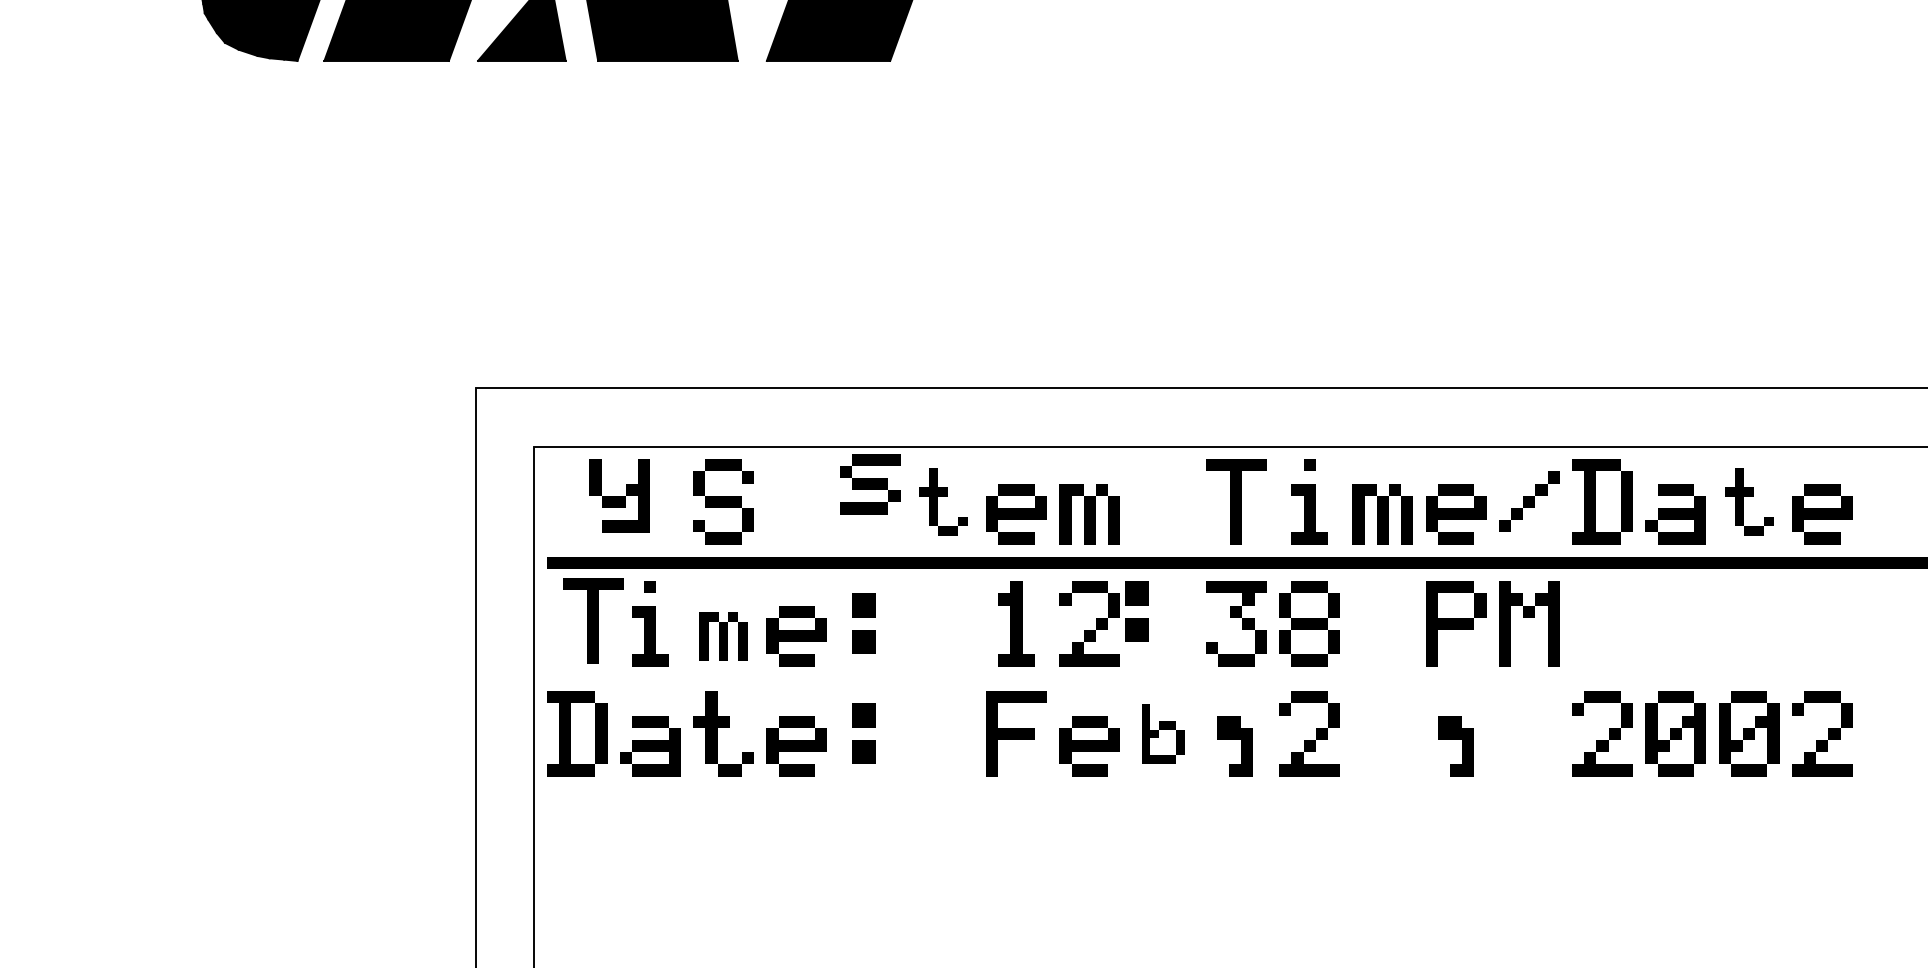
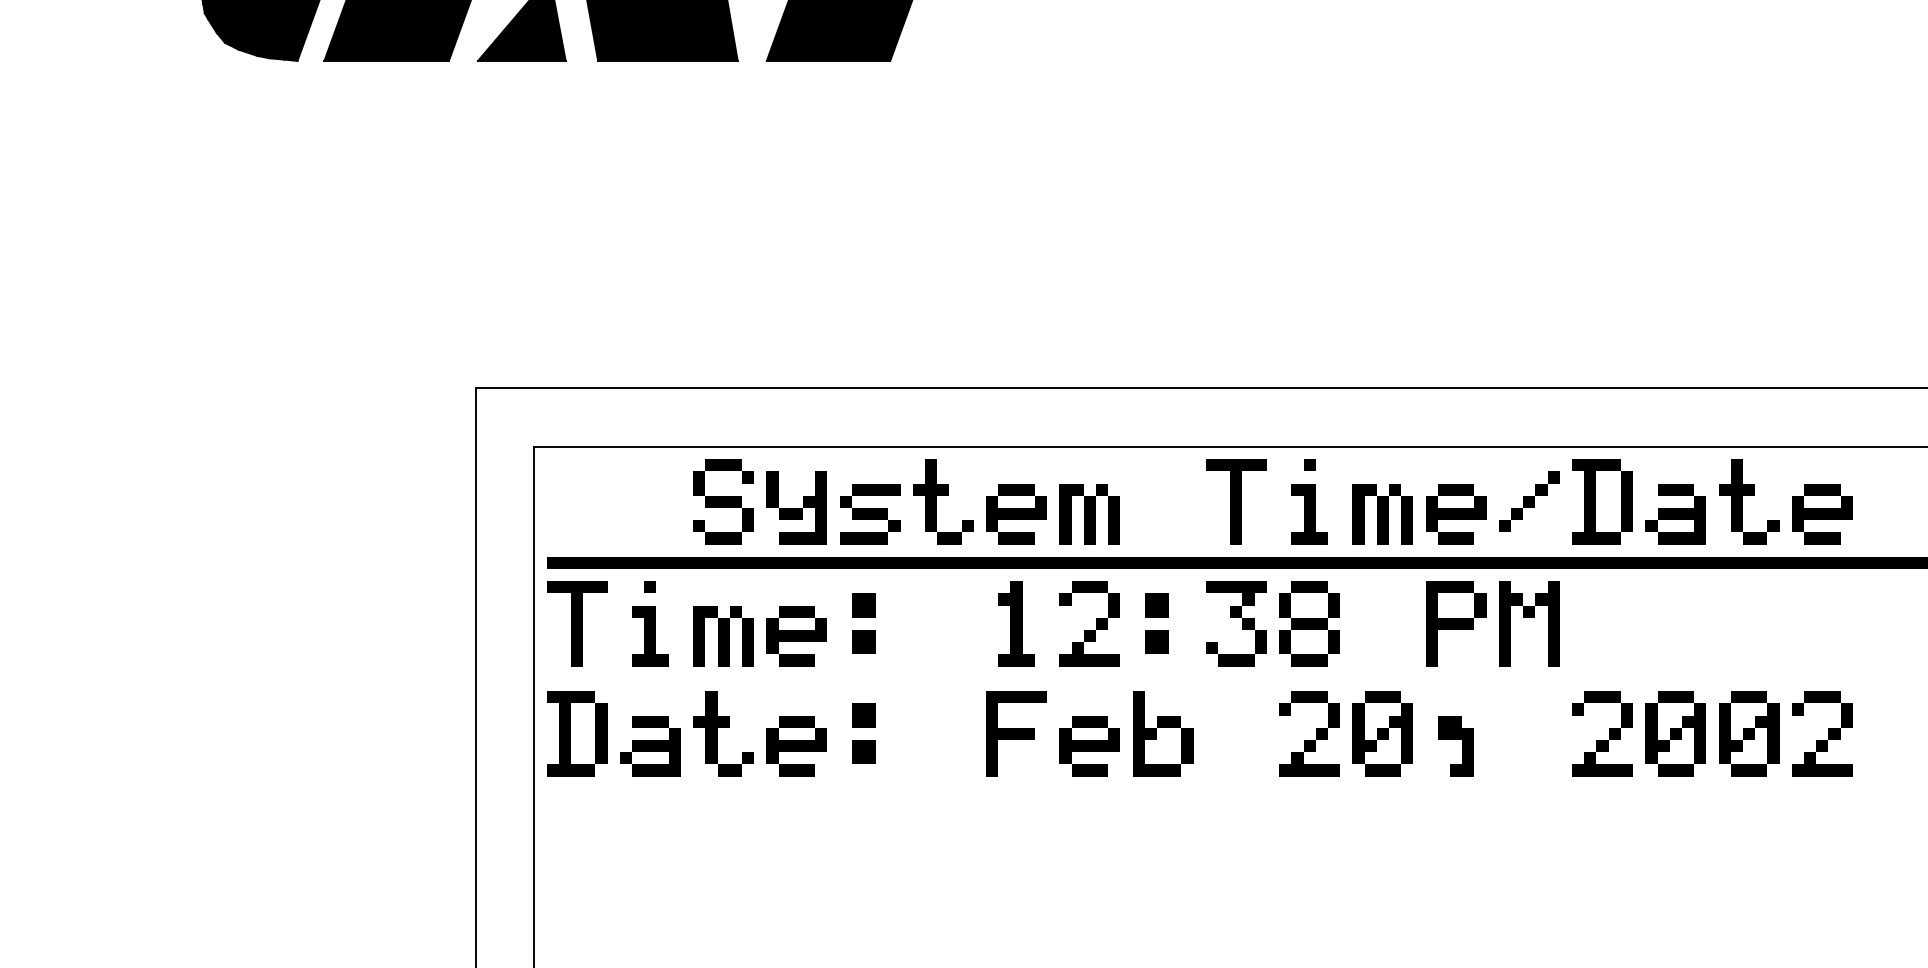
part at (870, 484) position: (870, 484) -> (870, 514)
part at (619, 495) position: (619, 495) -> (796, 507)
part at (943, 501) size: 49x68 px -> 61x86 px
part at (1749, 501) size: 49x68 px -> 61x86 px
part at (1136, 611) position: (1136, 611) -> (1156, 623)
part at (593, 620) position: (593, 620) -> (577, 623)
part at (723, 636) size: 49x49 px -> 61x61 px
part at (1163, 733) size: 43x60 px -> 61x86 px
part at (1382, 733): none -> present
part at (1234, 739): present -> none
